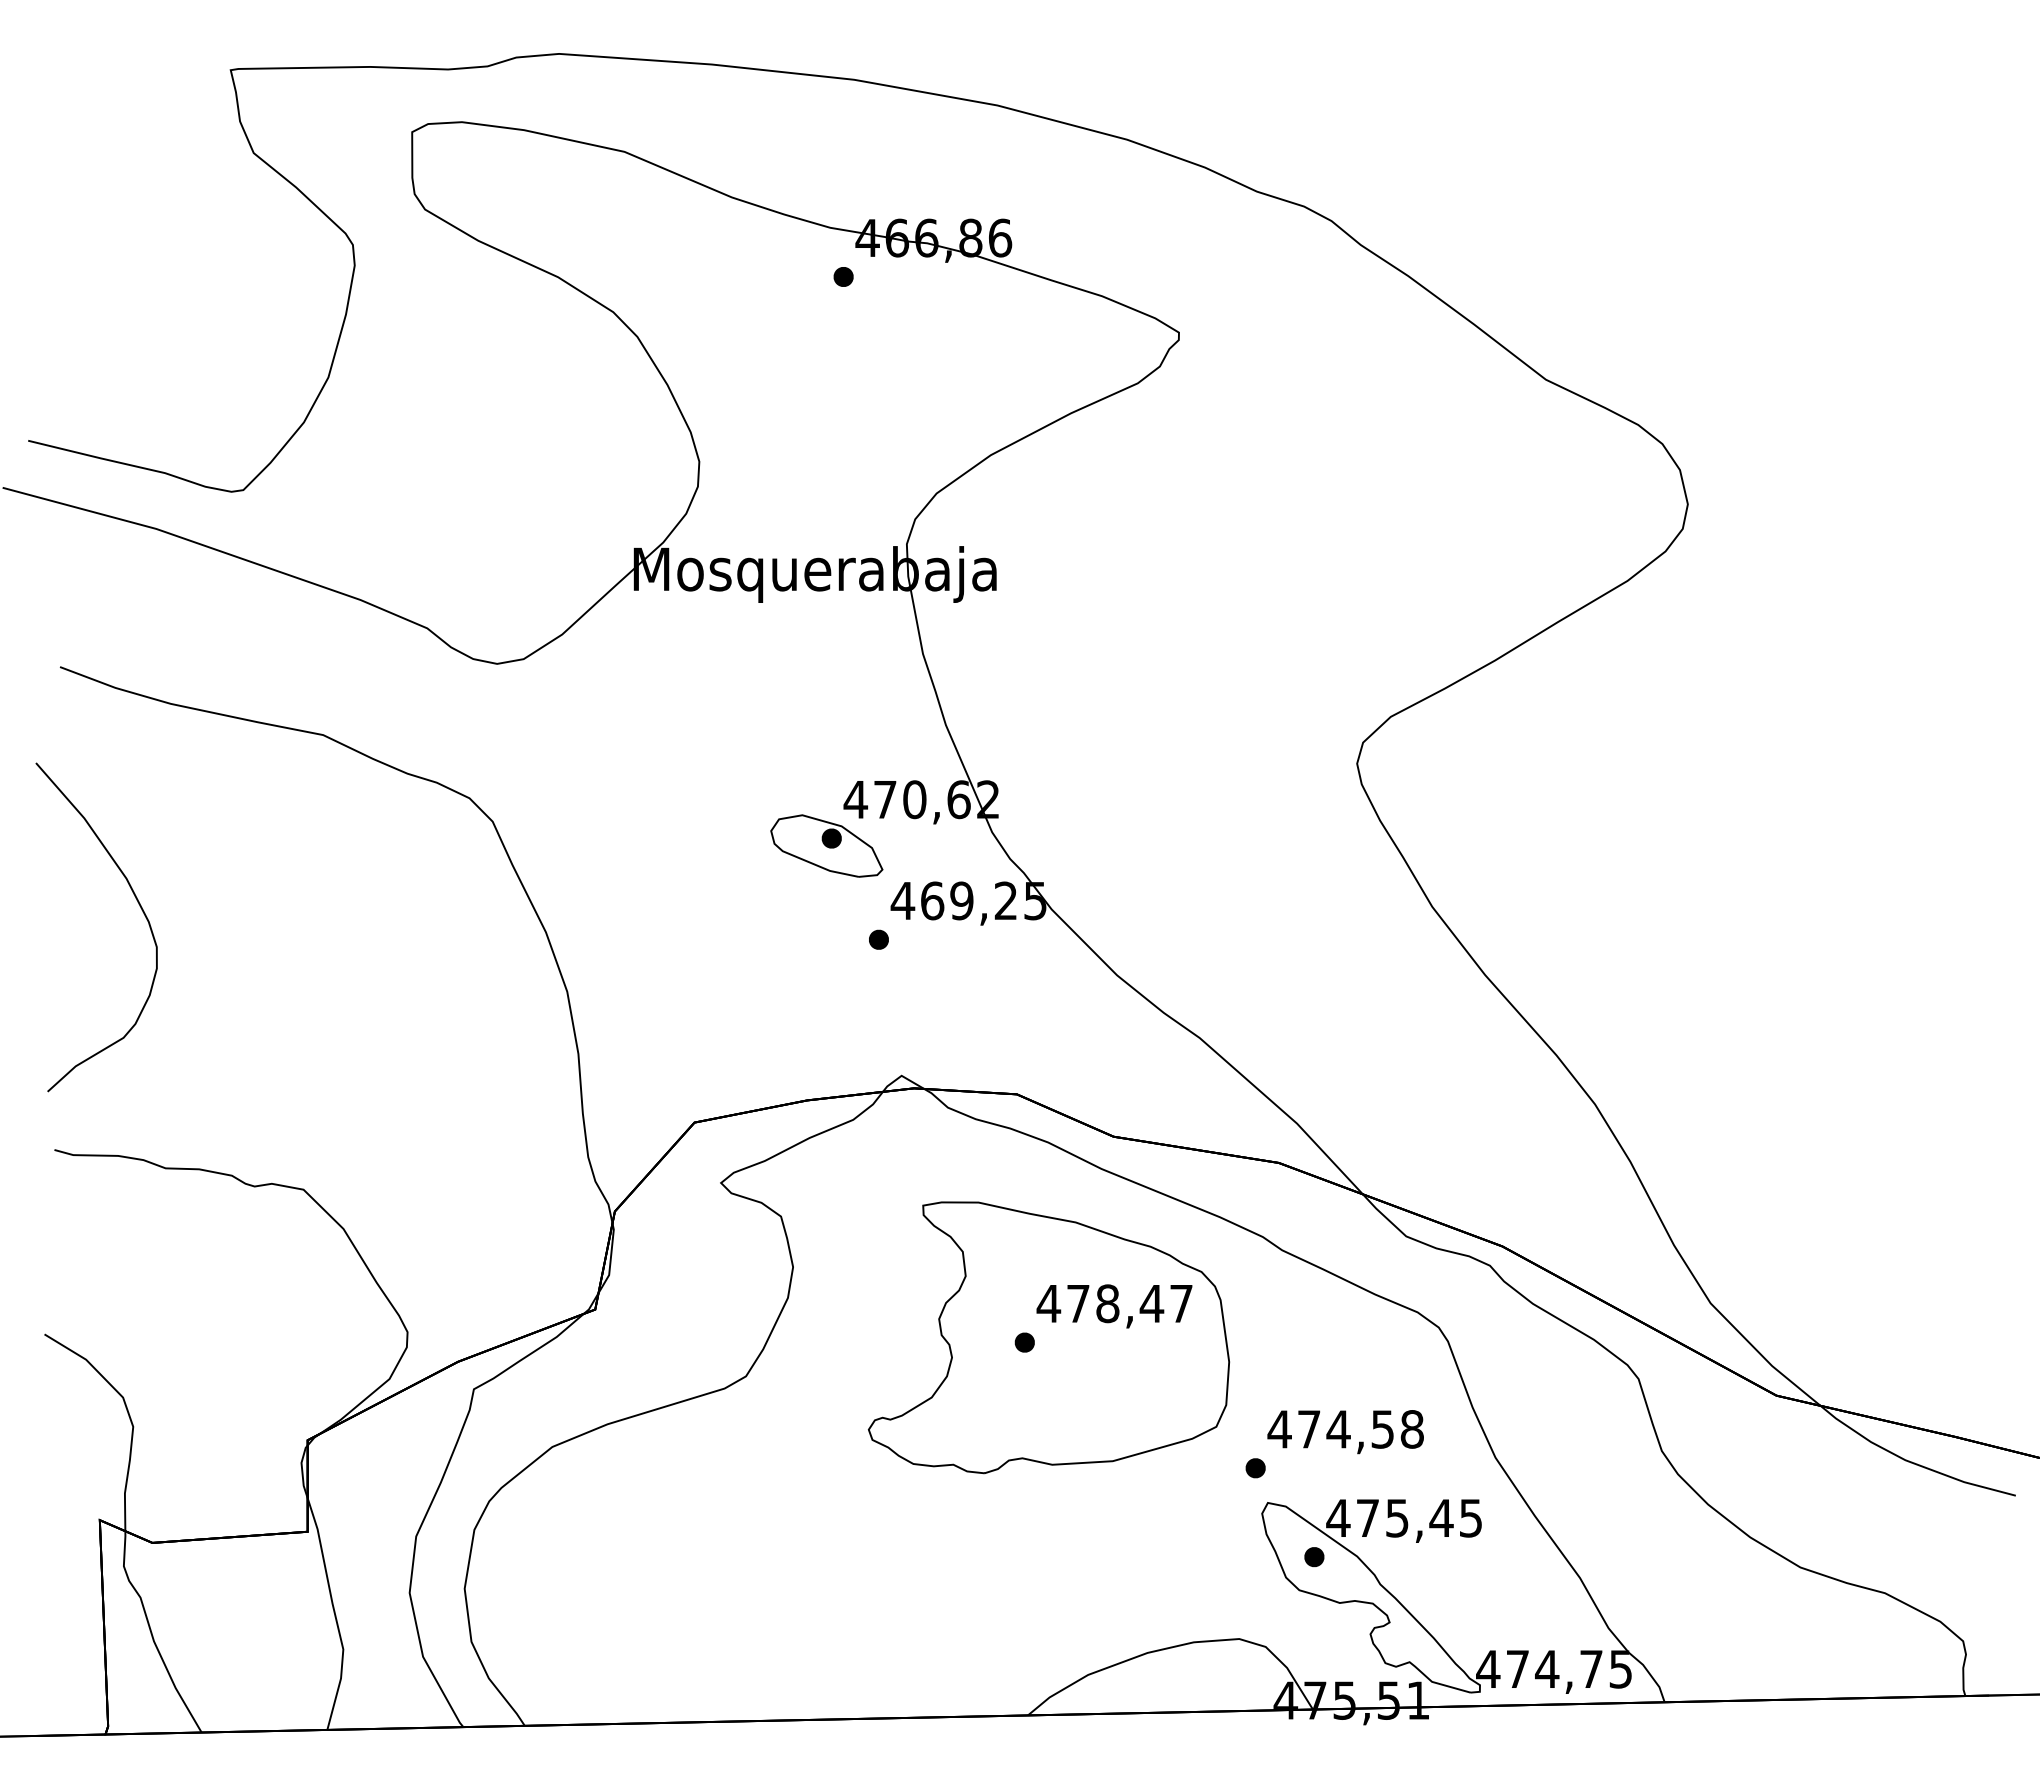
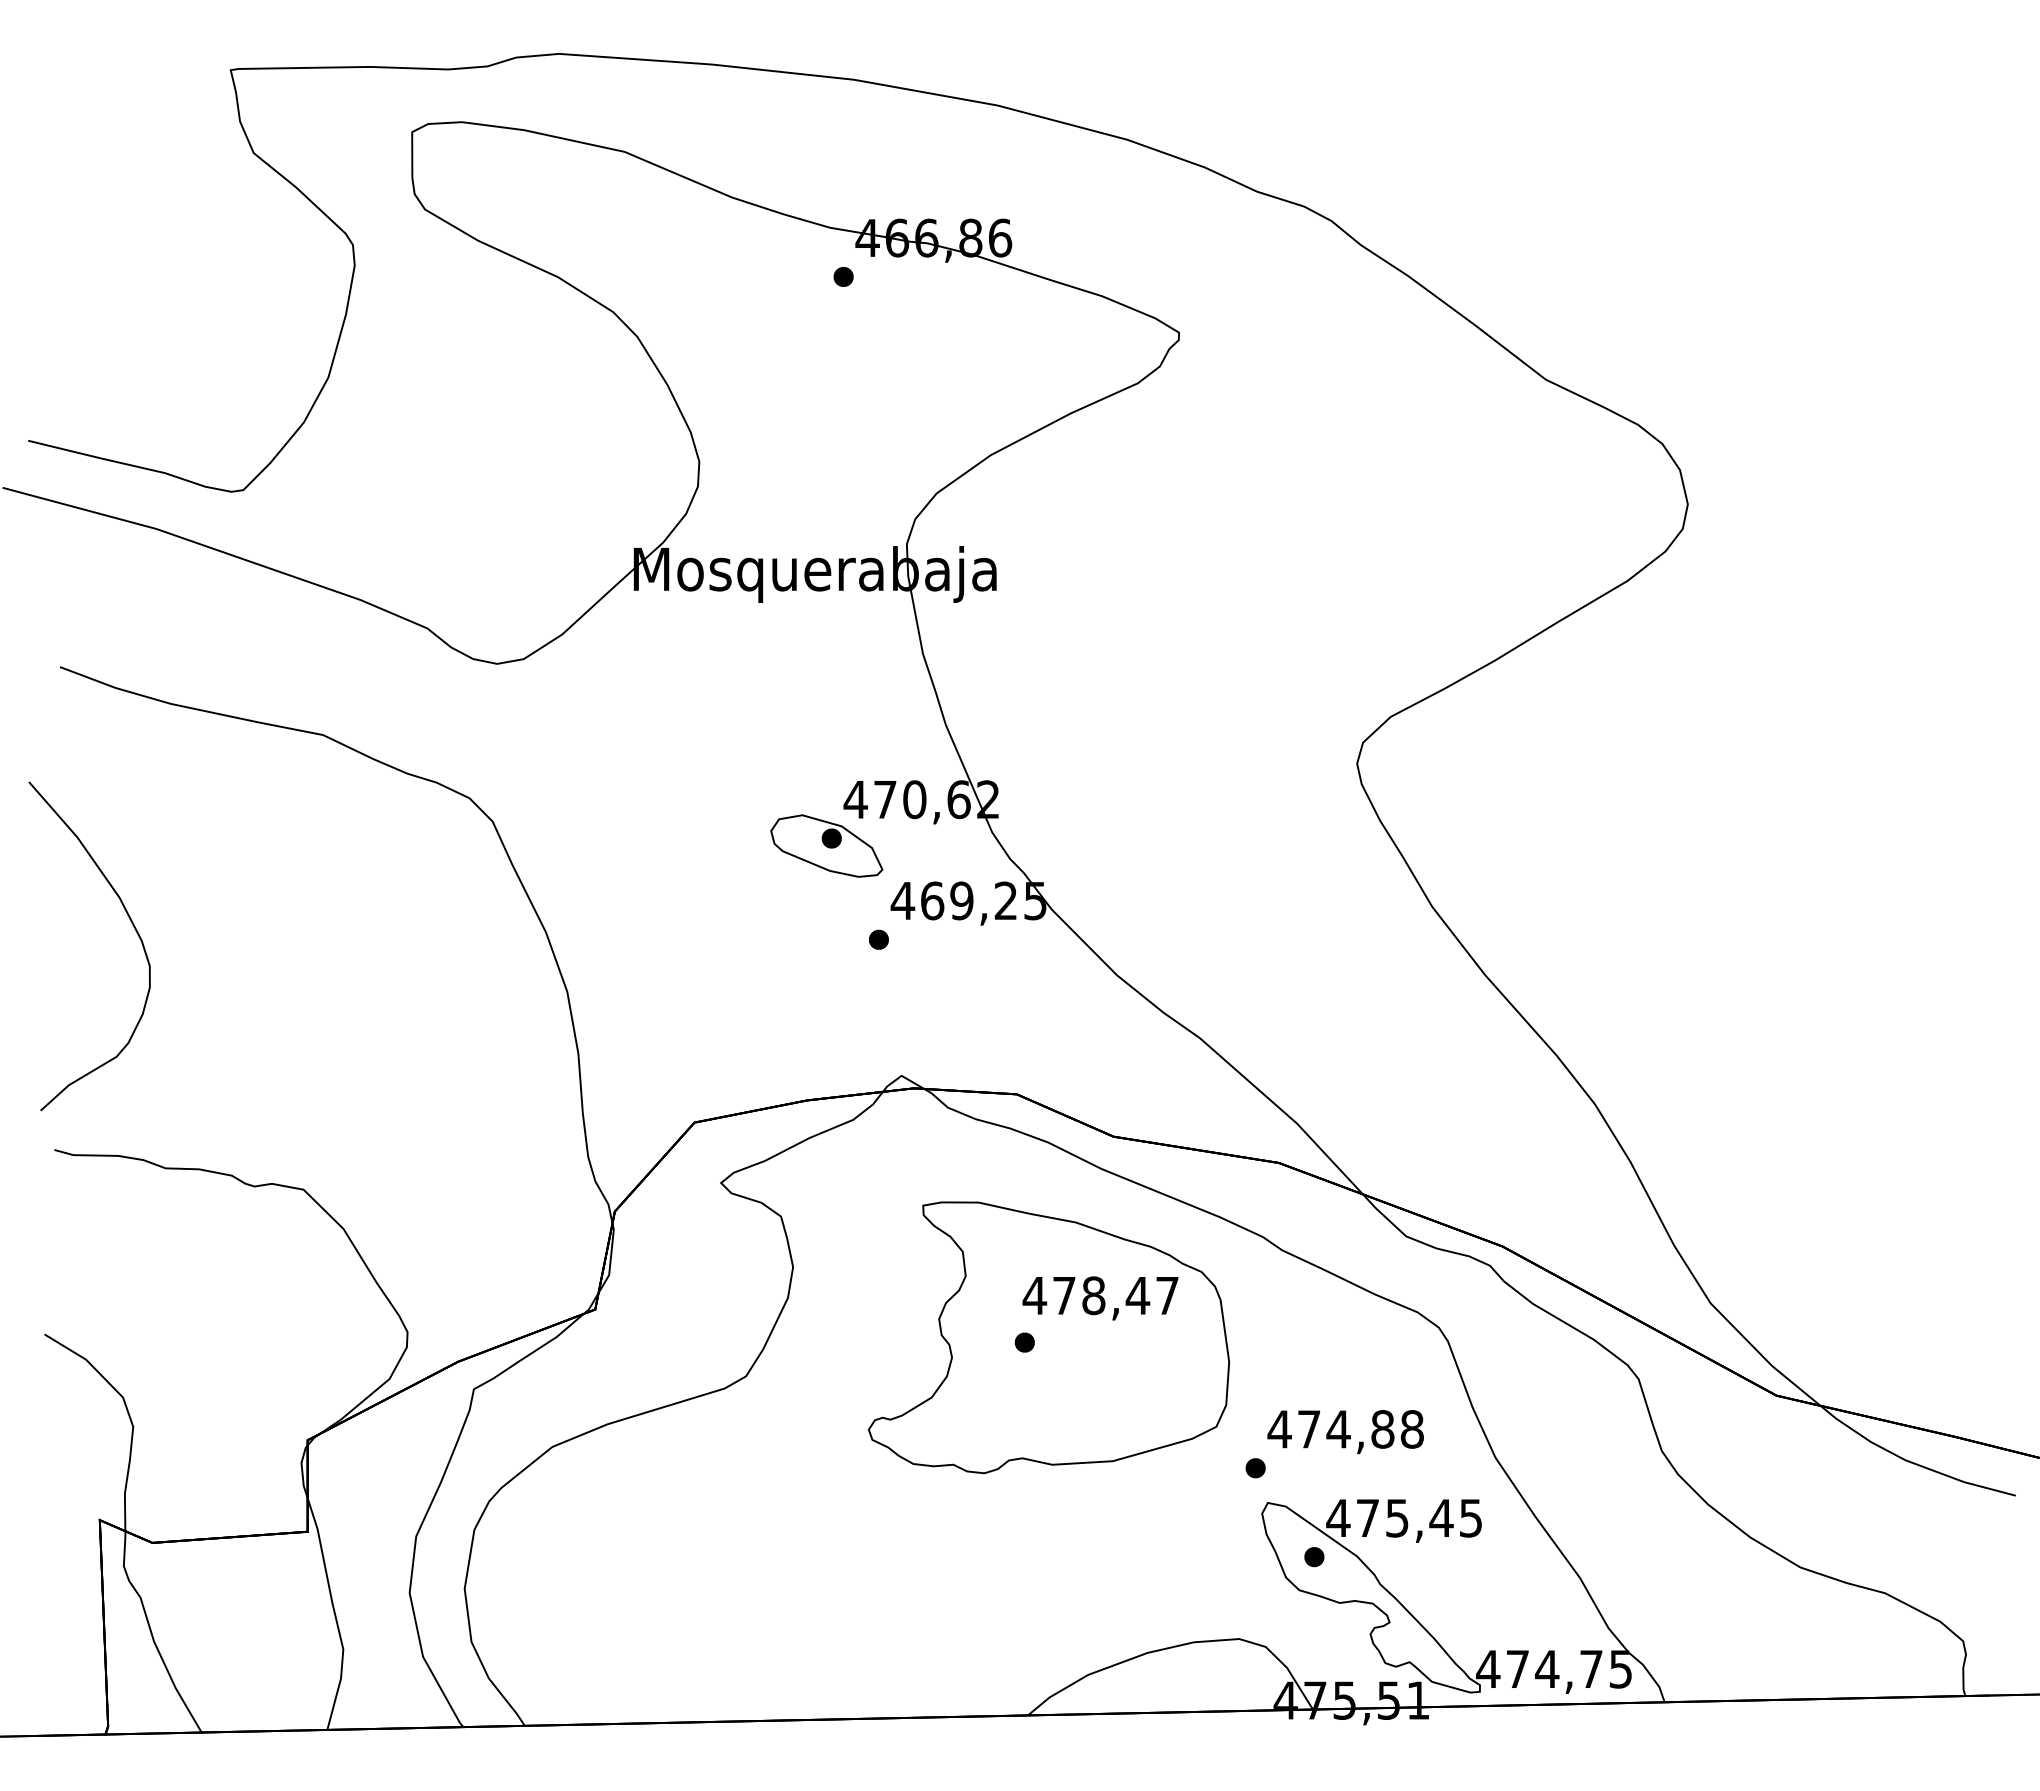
curve at (139, 906) position: (139, 906) -> (132, 925)
text at (1114, 1306) position: (1114, 1306) -> (1100, 1298)
text at (1382, 1429): 474,58 -> 474,88
